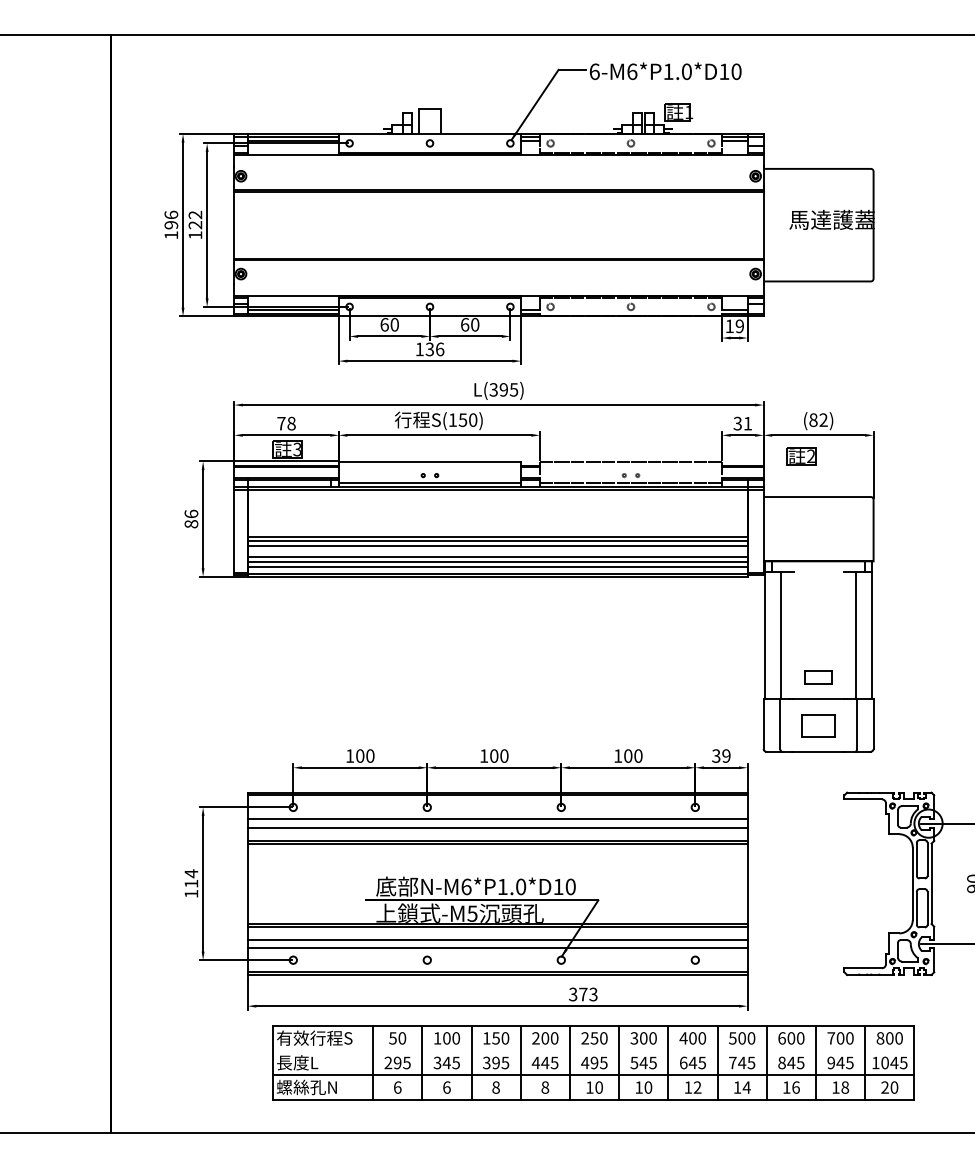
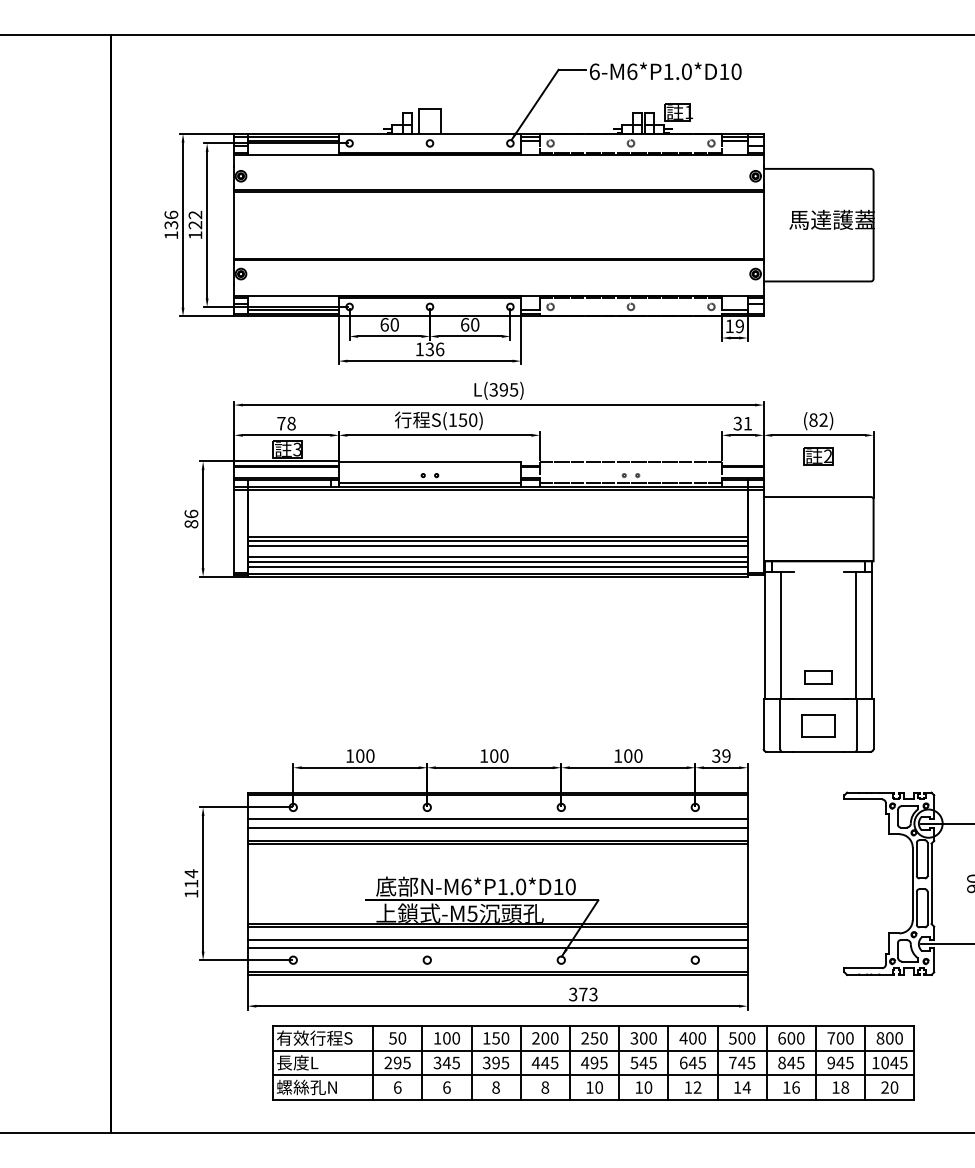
text at (171, 225): 196 -> 136
part at (801, 456) position: (801, 456) -> (818, 456)
line at (593, 1050): none -> present
